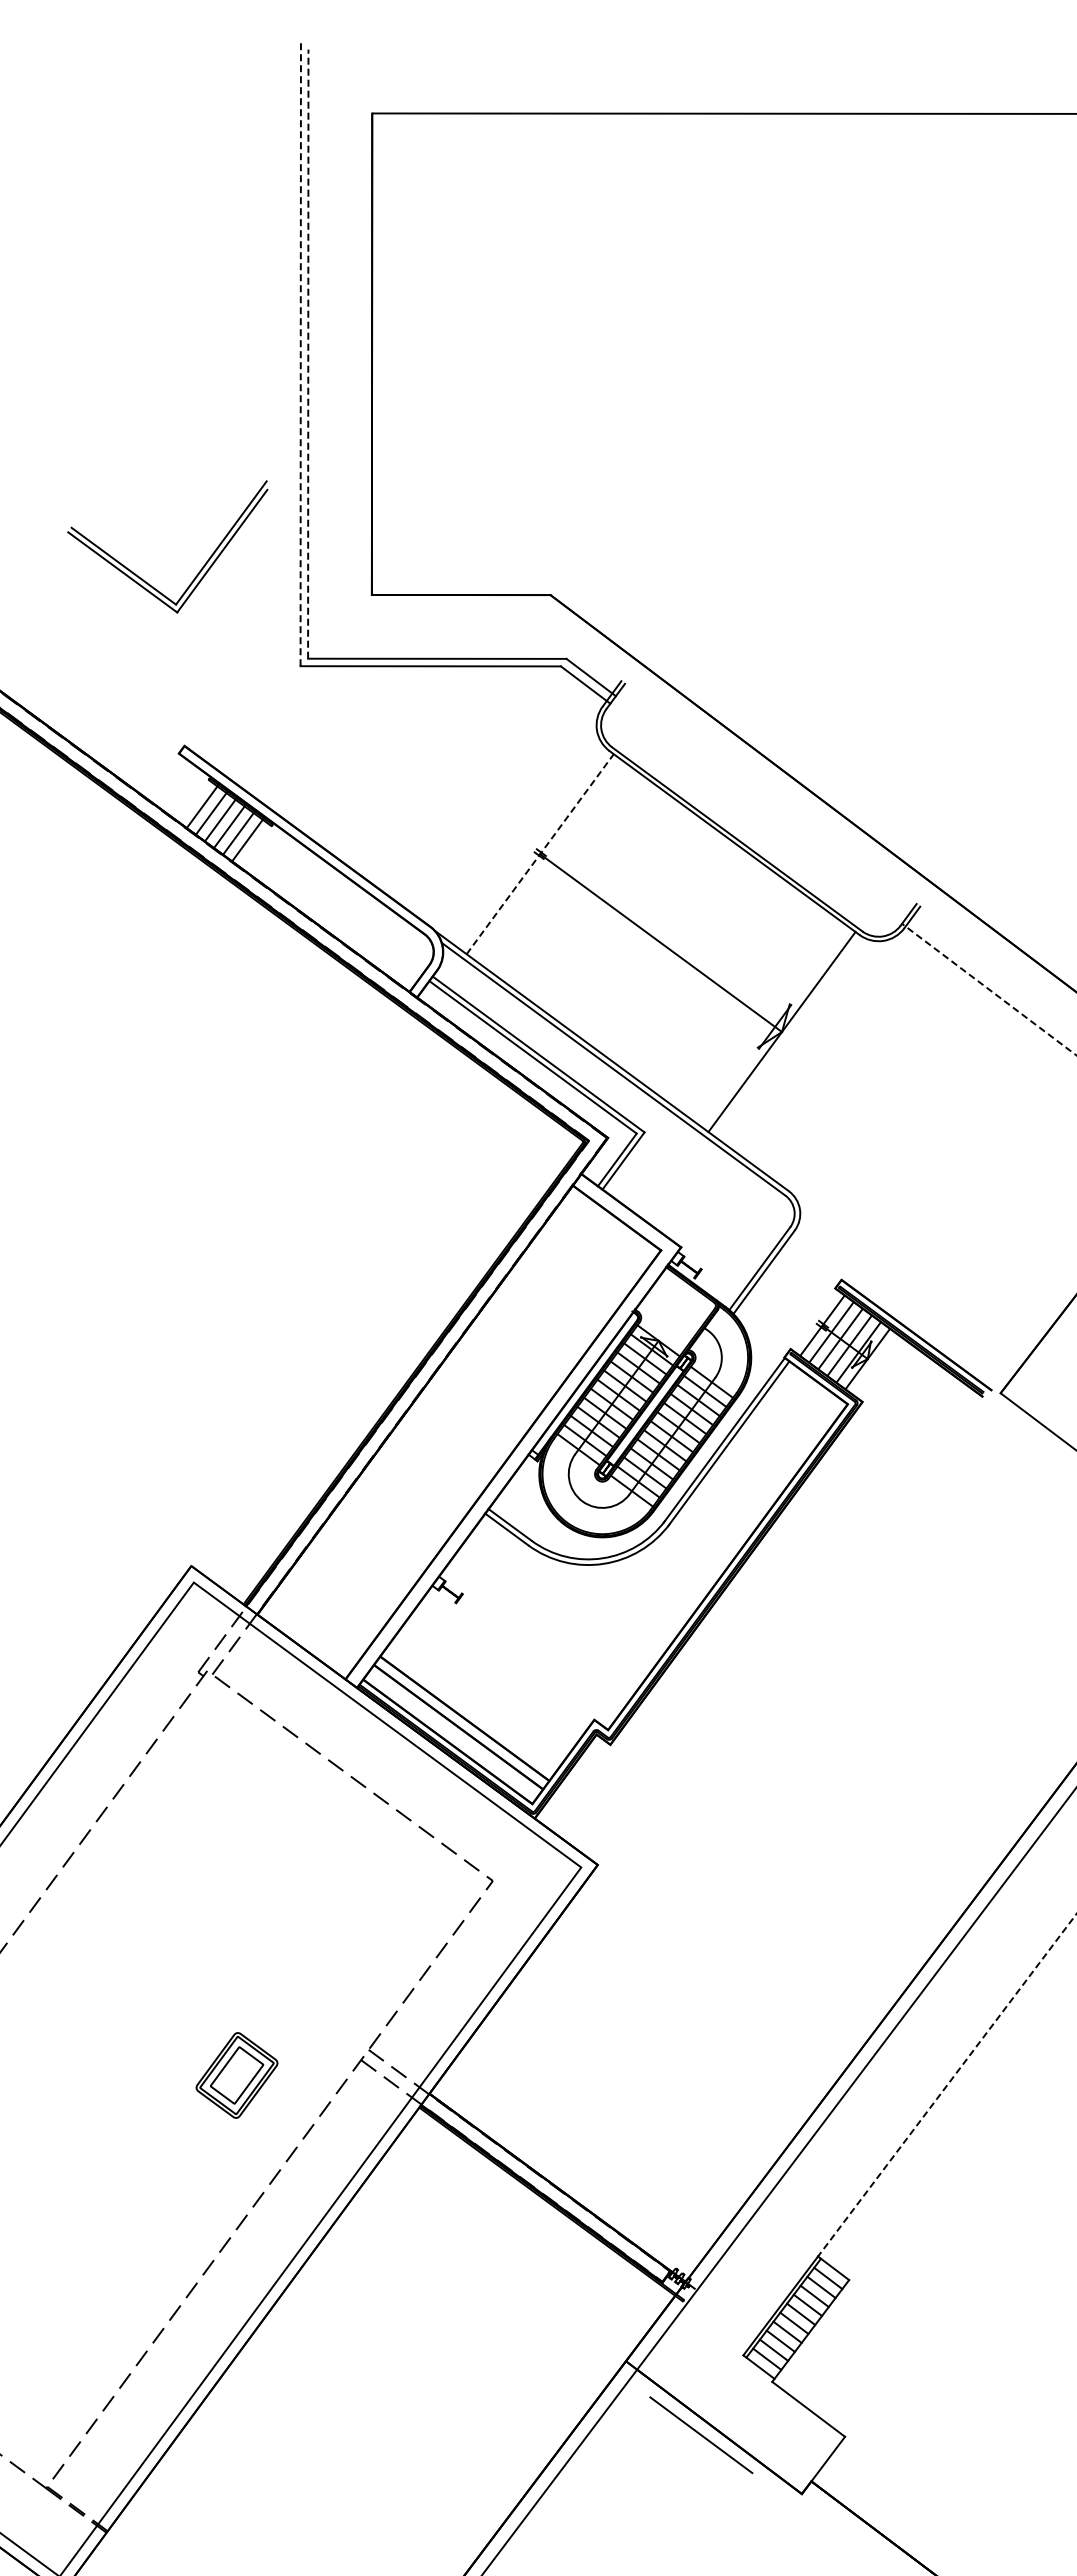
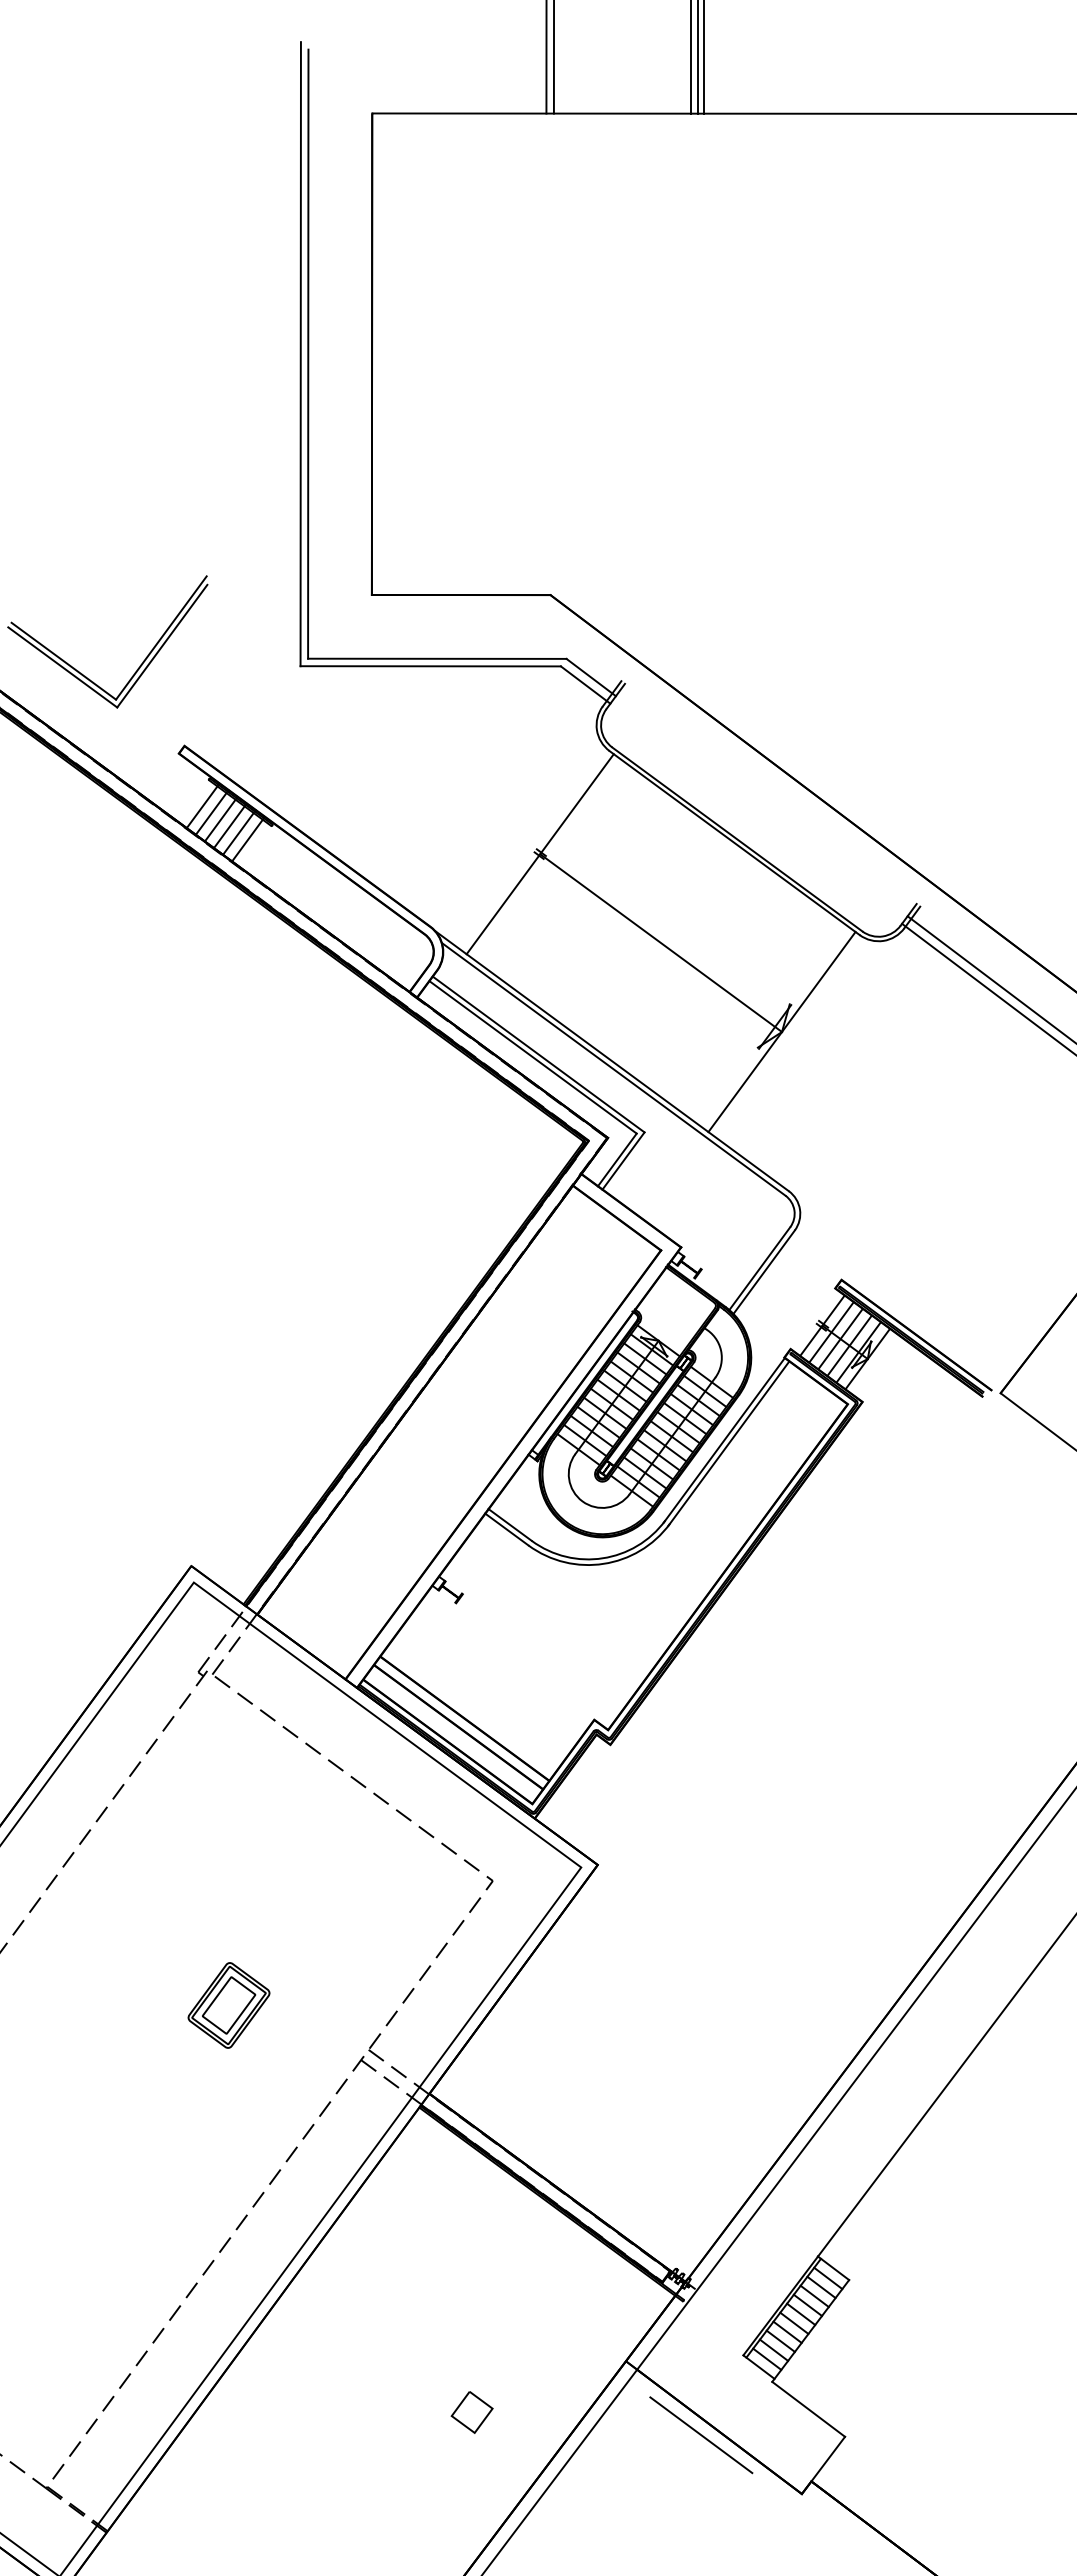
line at (546, 57): none -> present
line at (553, 57): none -> present
line at (690, 57): none -> present
line at (698, 57): none -> present
line at (703, 57): none -> present
line at (300, 353): dashed -> solid
line at (308, 354): dashed -> solid
part at (200, 569) position: (200, 569) -> (140, 664)
line at (540, 853): dashed -> solid
line at (990, 978): none -> present
line at (989, 989): dashed -> solid
part at (236, 2075) position: (236, 2075) -> (228, 2005)
line at (947, 2085): dashed -> solid
part at (471, 2412): none -> present
